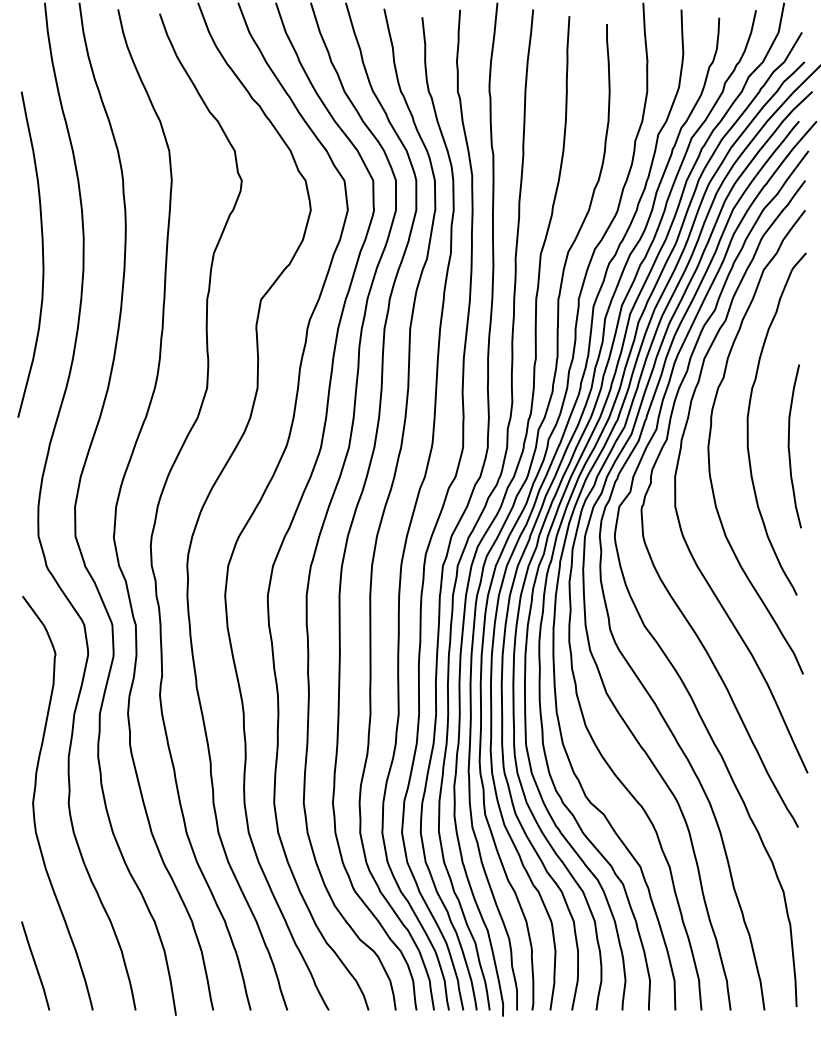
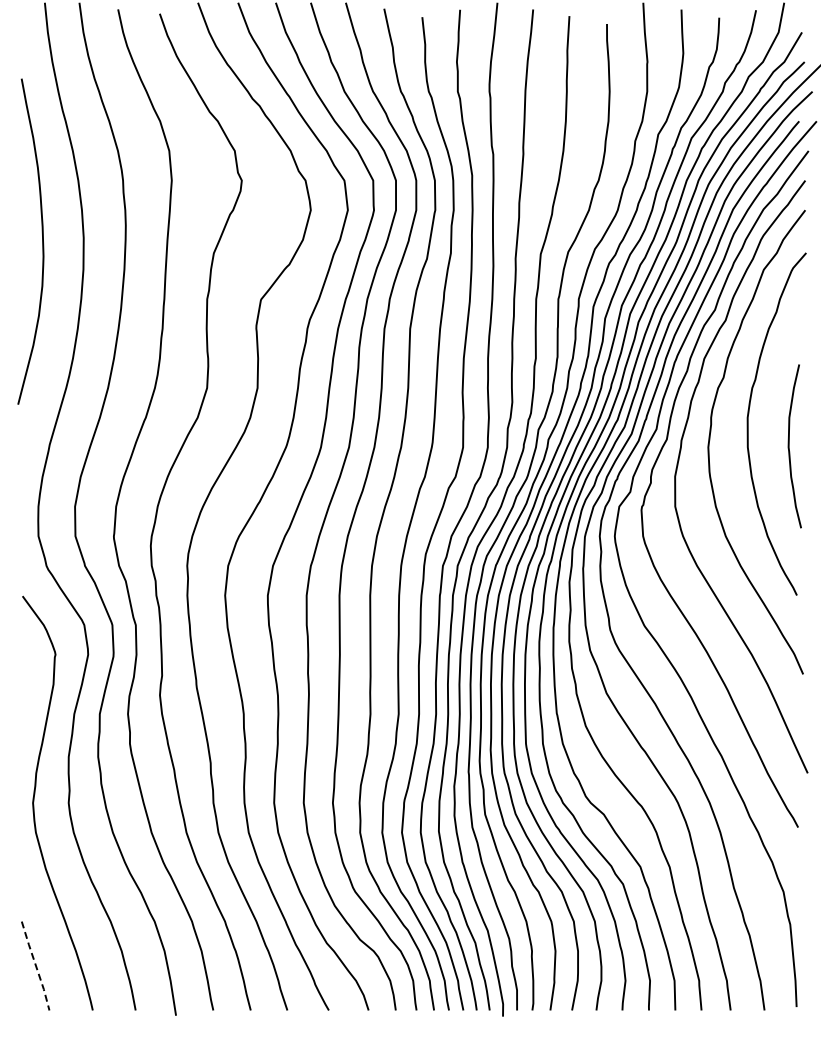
curve at (42, 254) position: (42, 254) -> (42, 241)
line at (35, 965): solid -> dashed
